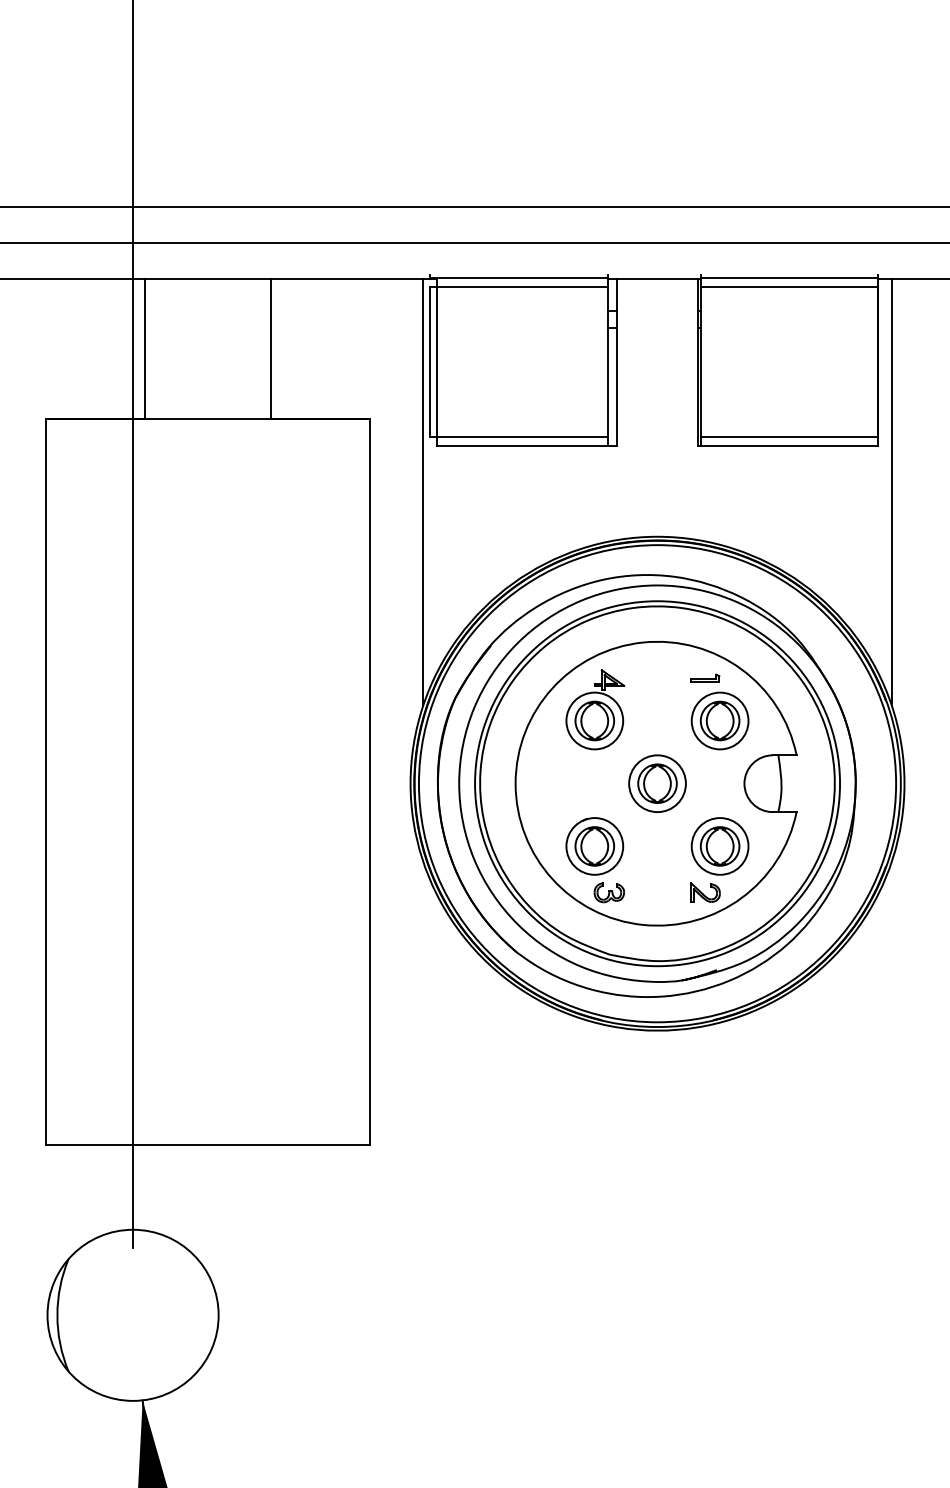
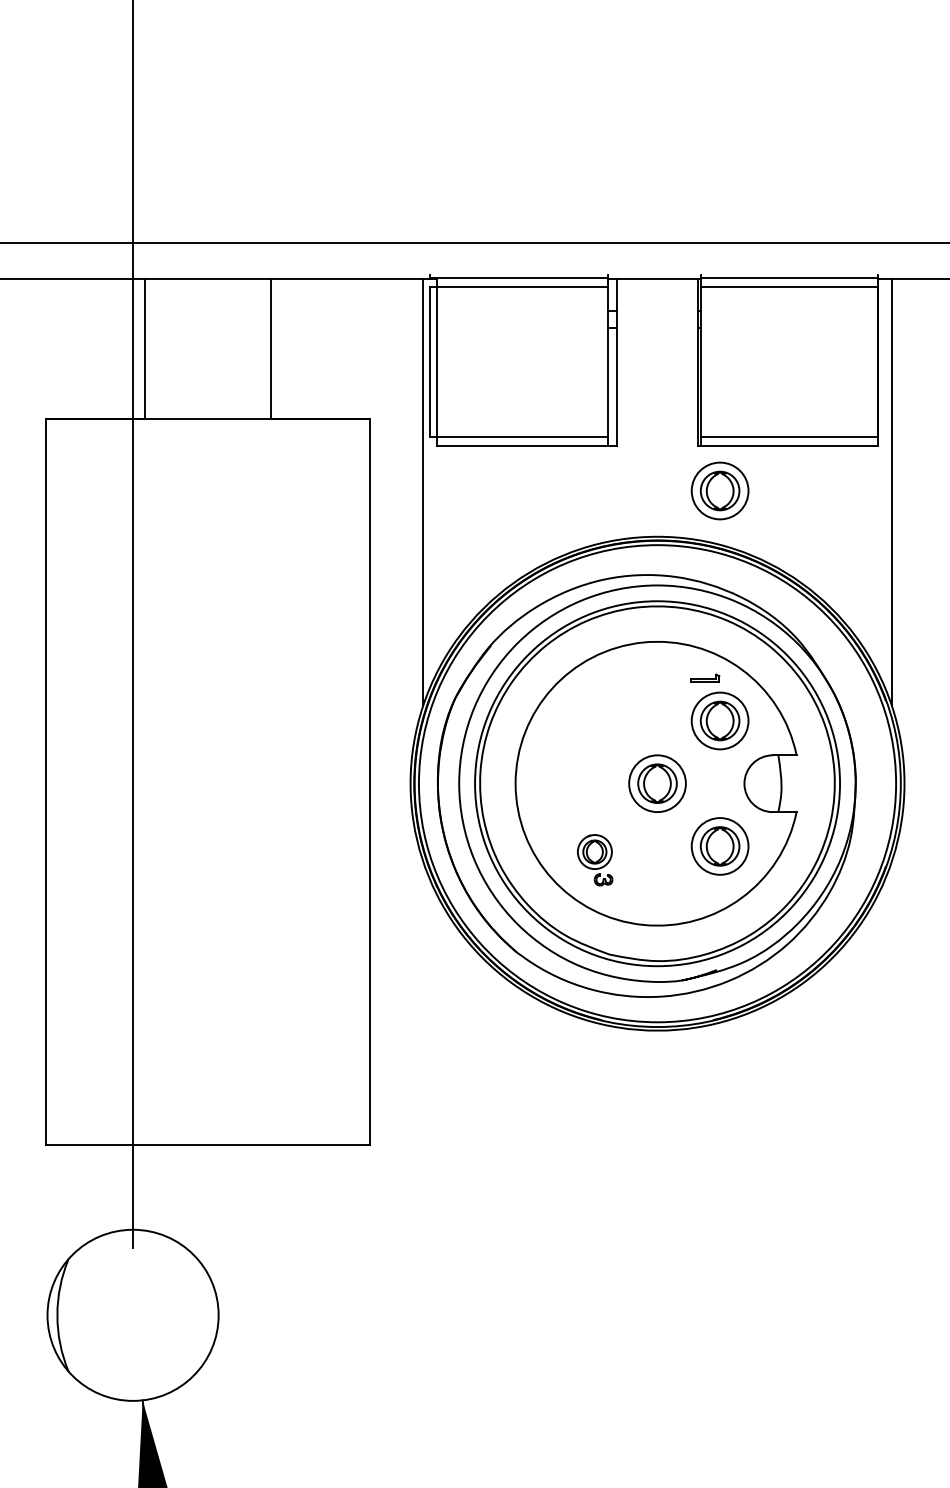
line at (474, 206): present -> none
part at (719, 490): none -> present
part at (595, 709): present -> none
part at (594, 860) size: 60x87 px -> 37x53 px
part at (705, 892): present -> none
